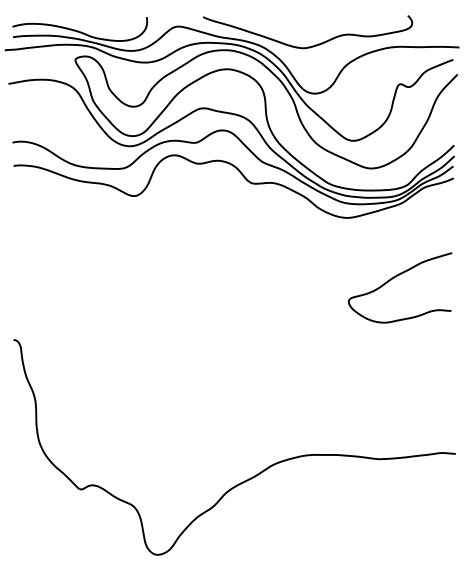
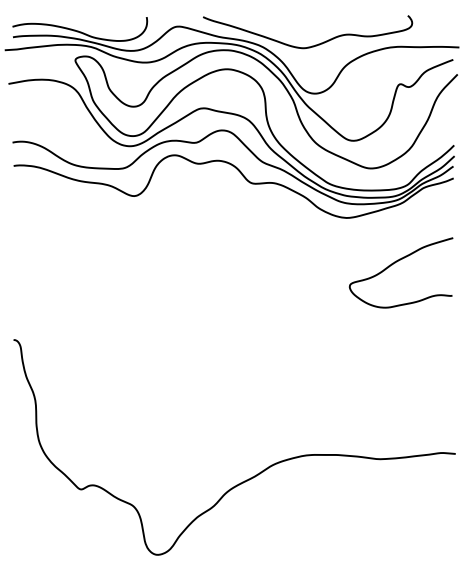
curve at (394, 278) position: (394, 278) -> (395, 263)
